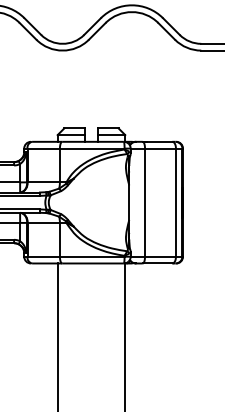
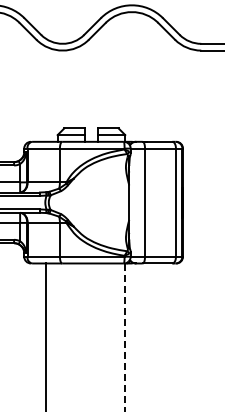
line at (57, 335) position: (57, 335) -> (45, 335)
line at (125, 337): solid -> dashed
